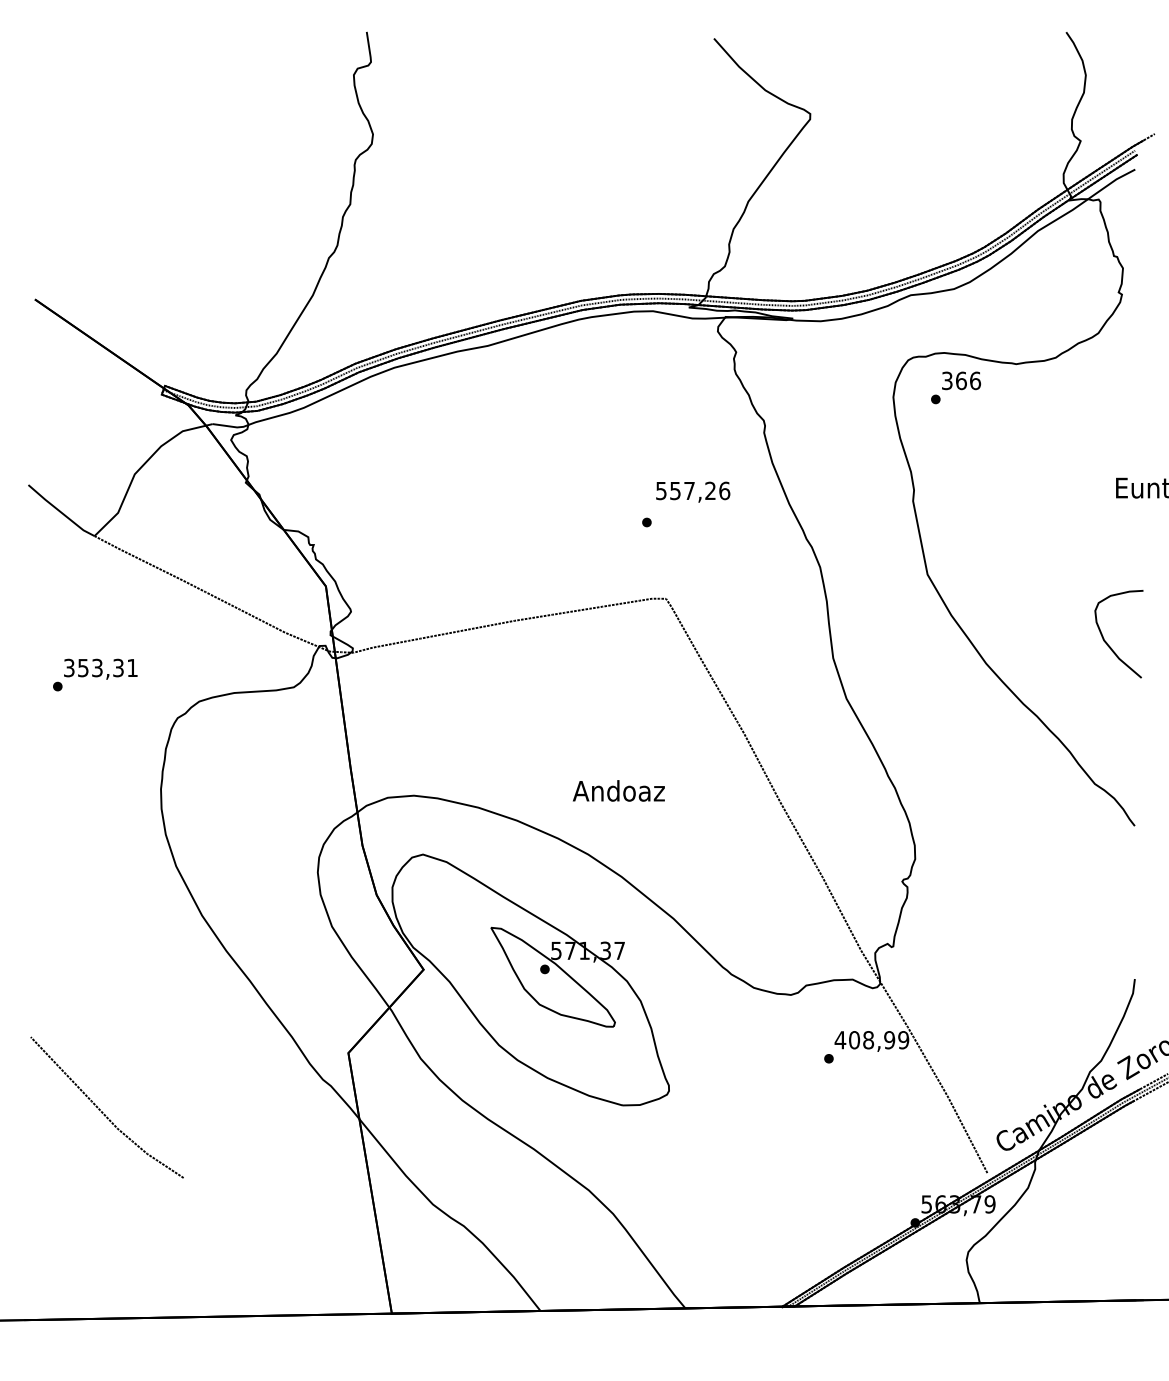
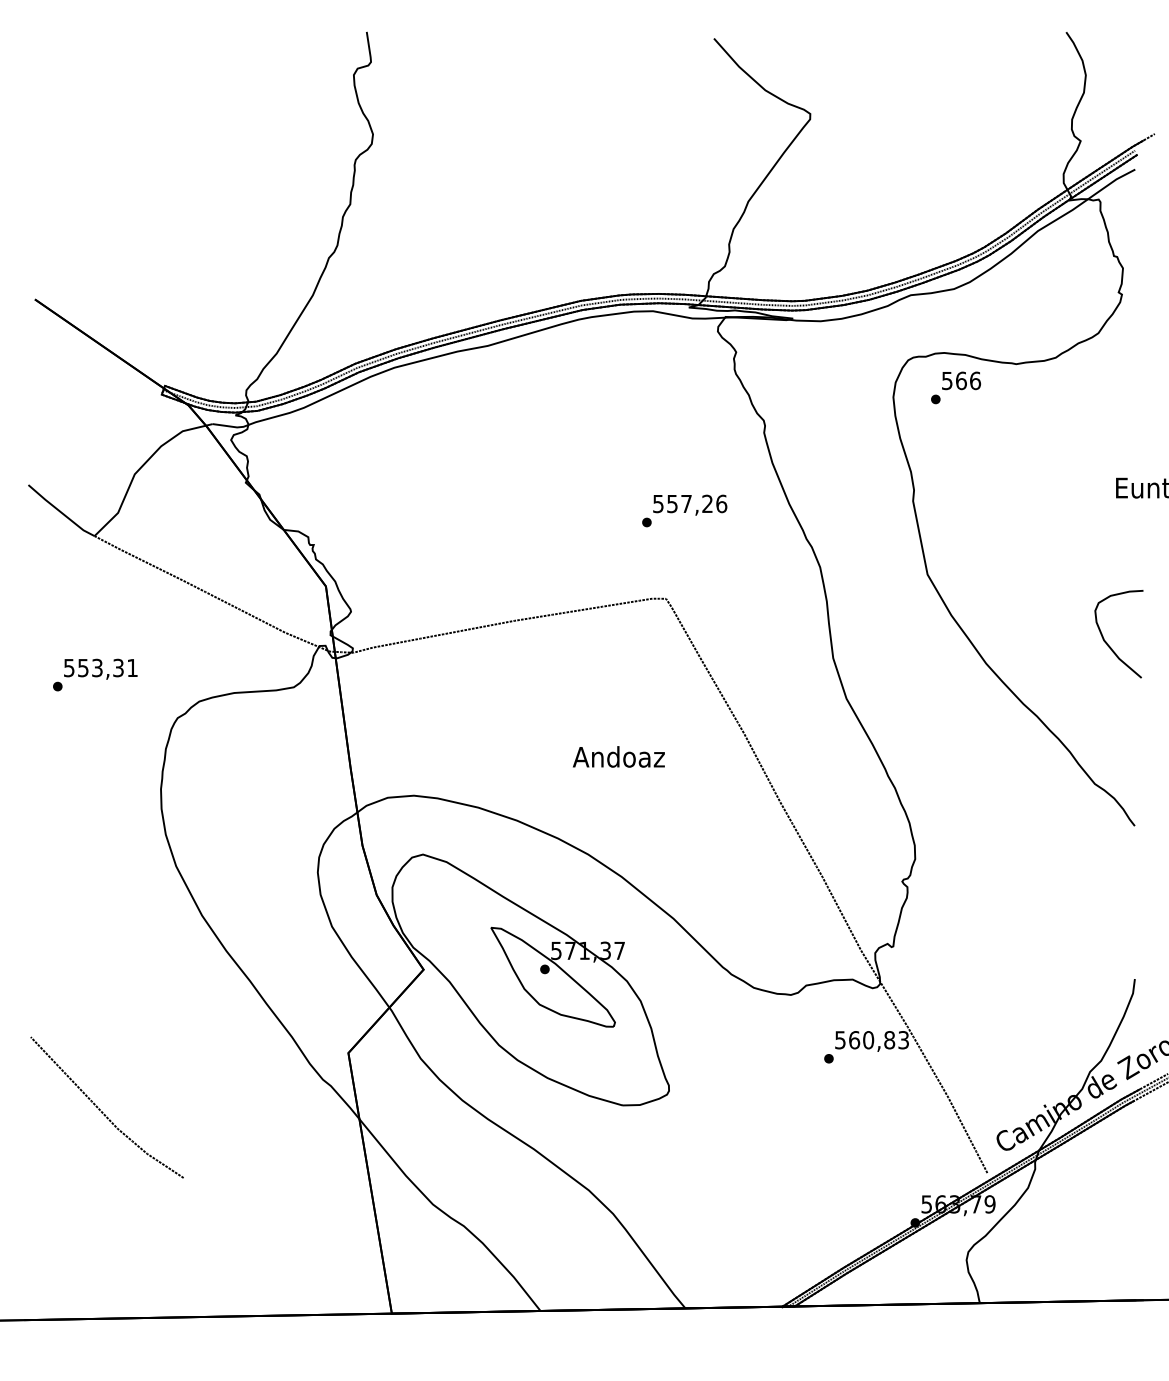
text at (947, 380): 366 -> 566
text at (693, 491) position: (693, 491) -> (690, 504)
text at (69, 667): 353,31 -> 553,31
text at (618, 790) position: (618, 790) -> (618, 756)
text at (871, 1040): 408,99 -> 560,83
